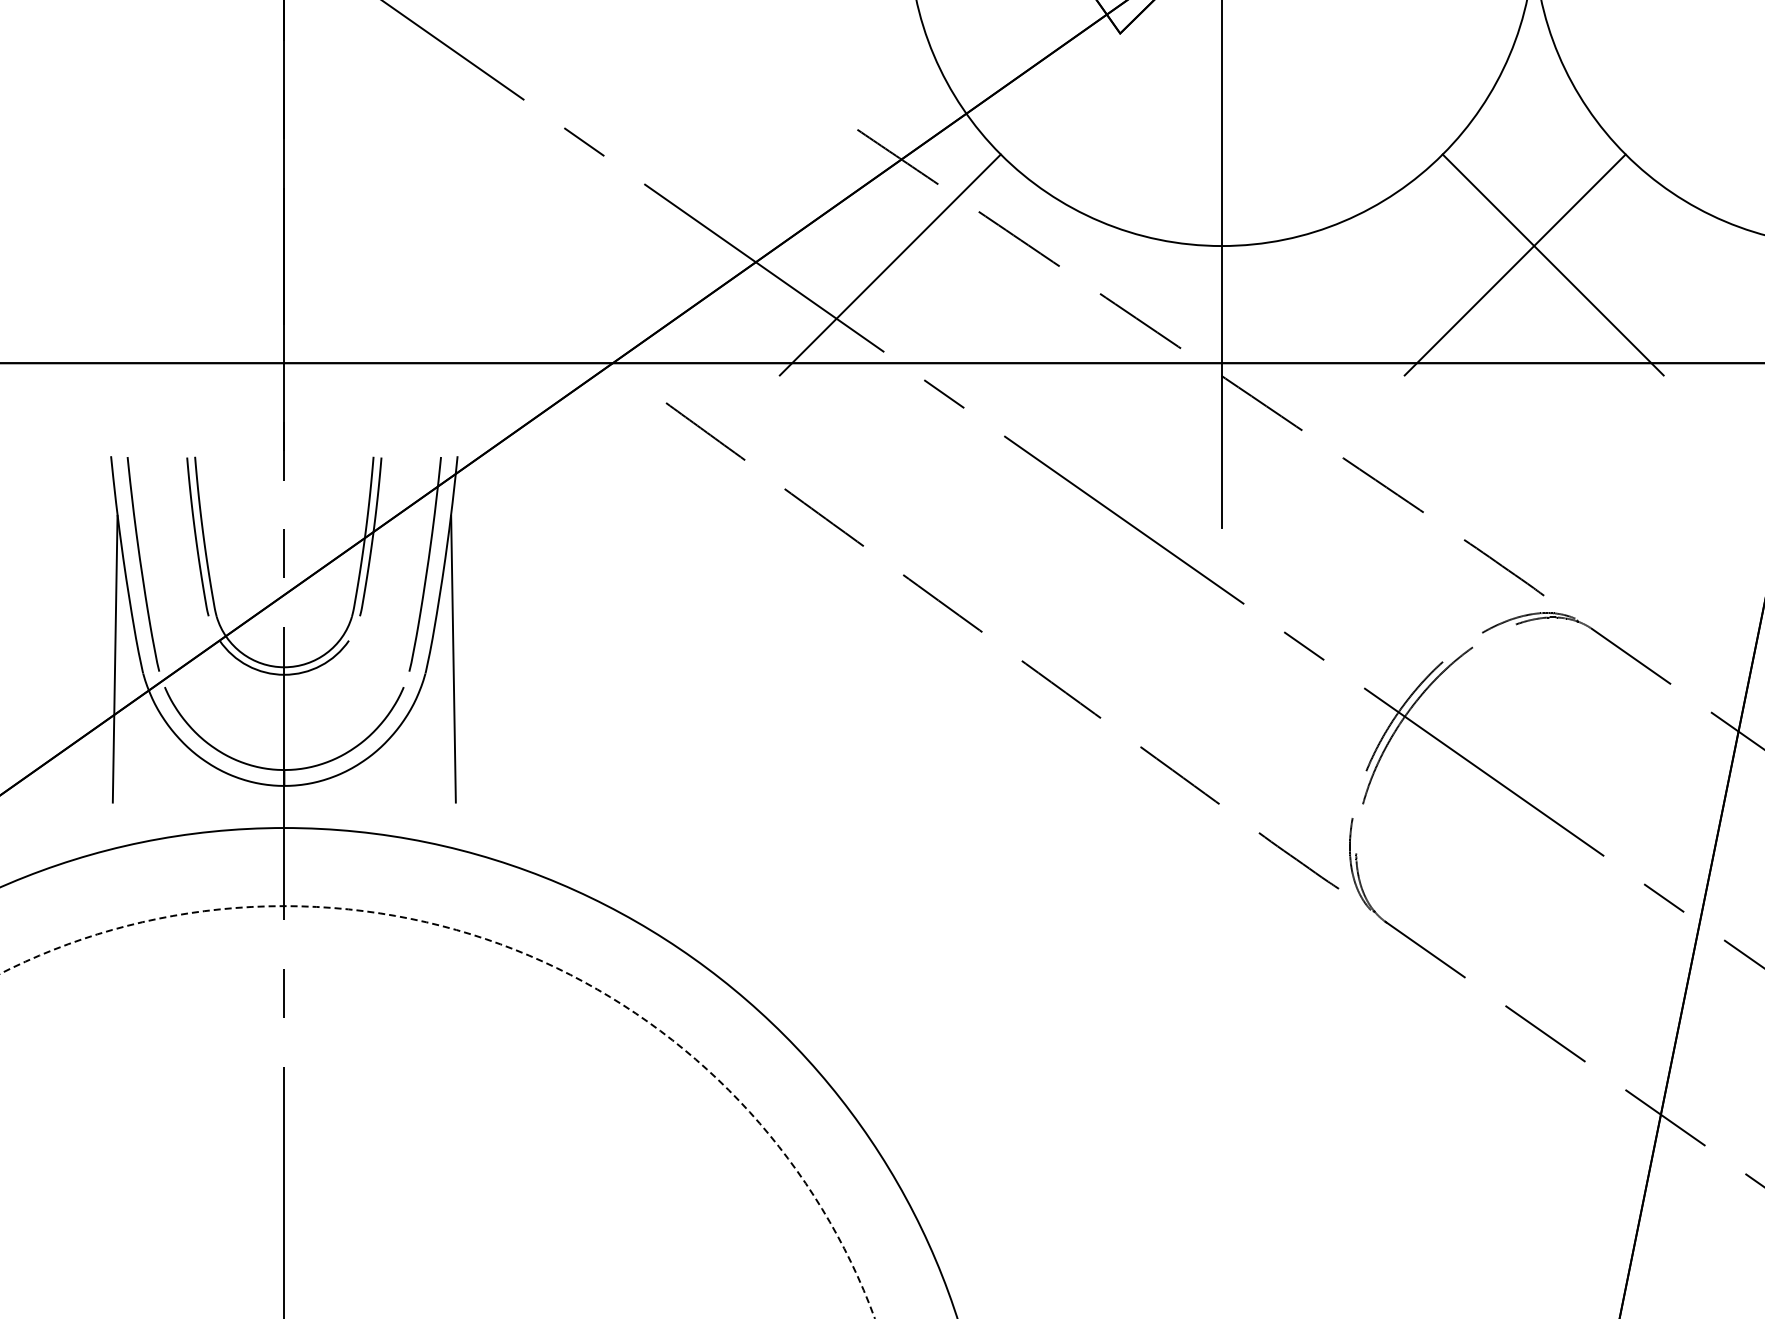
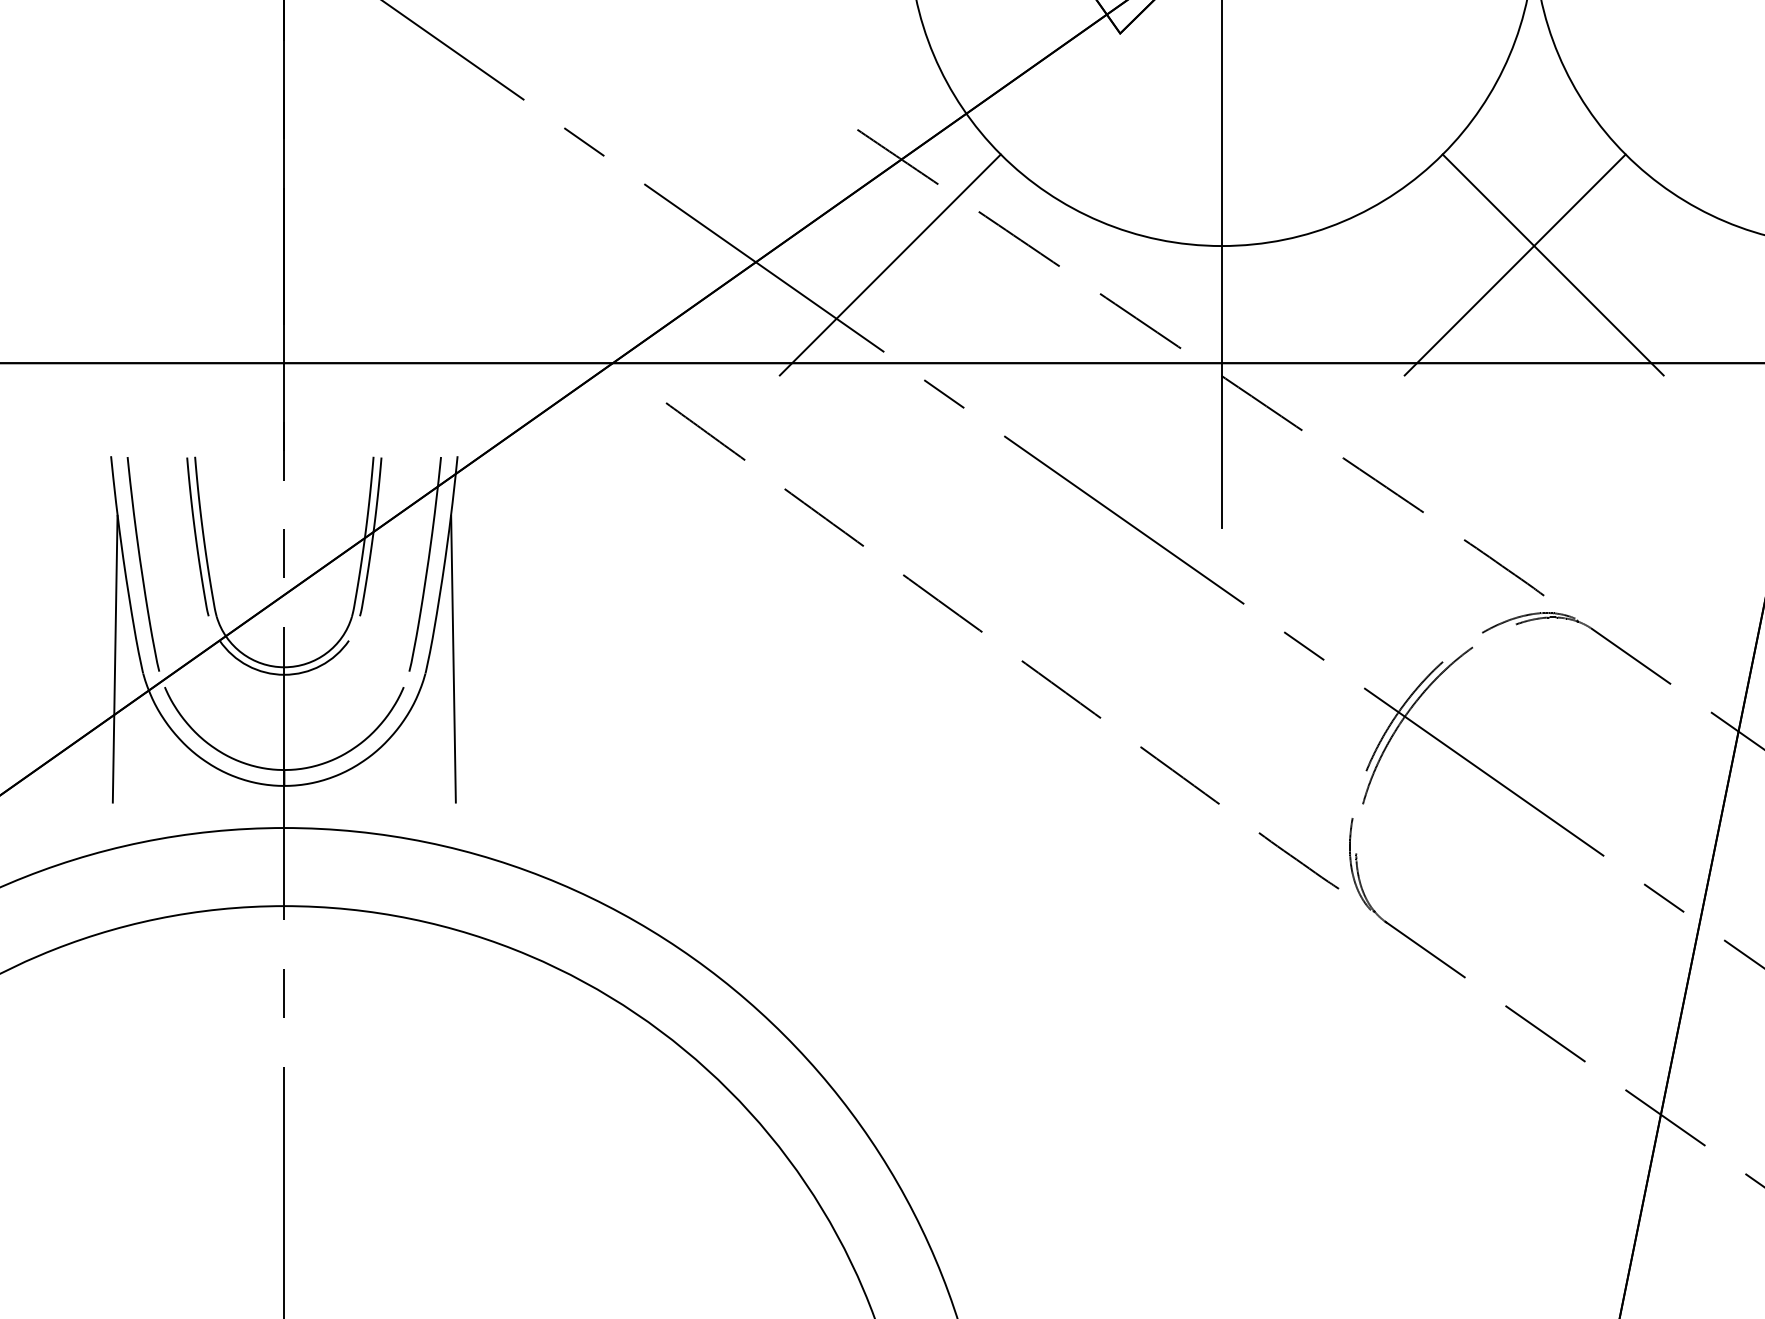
circle at (437, 1112): dashed -> solid
